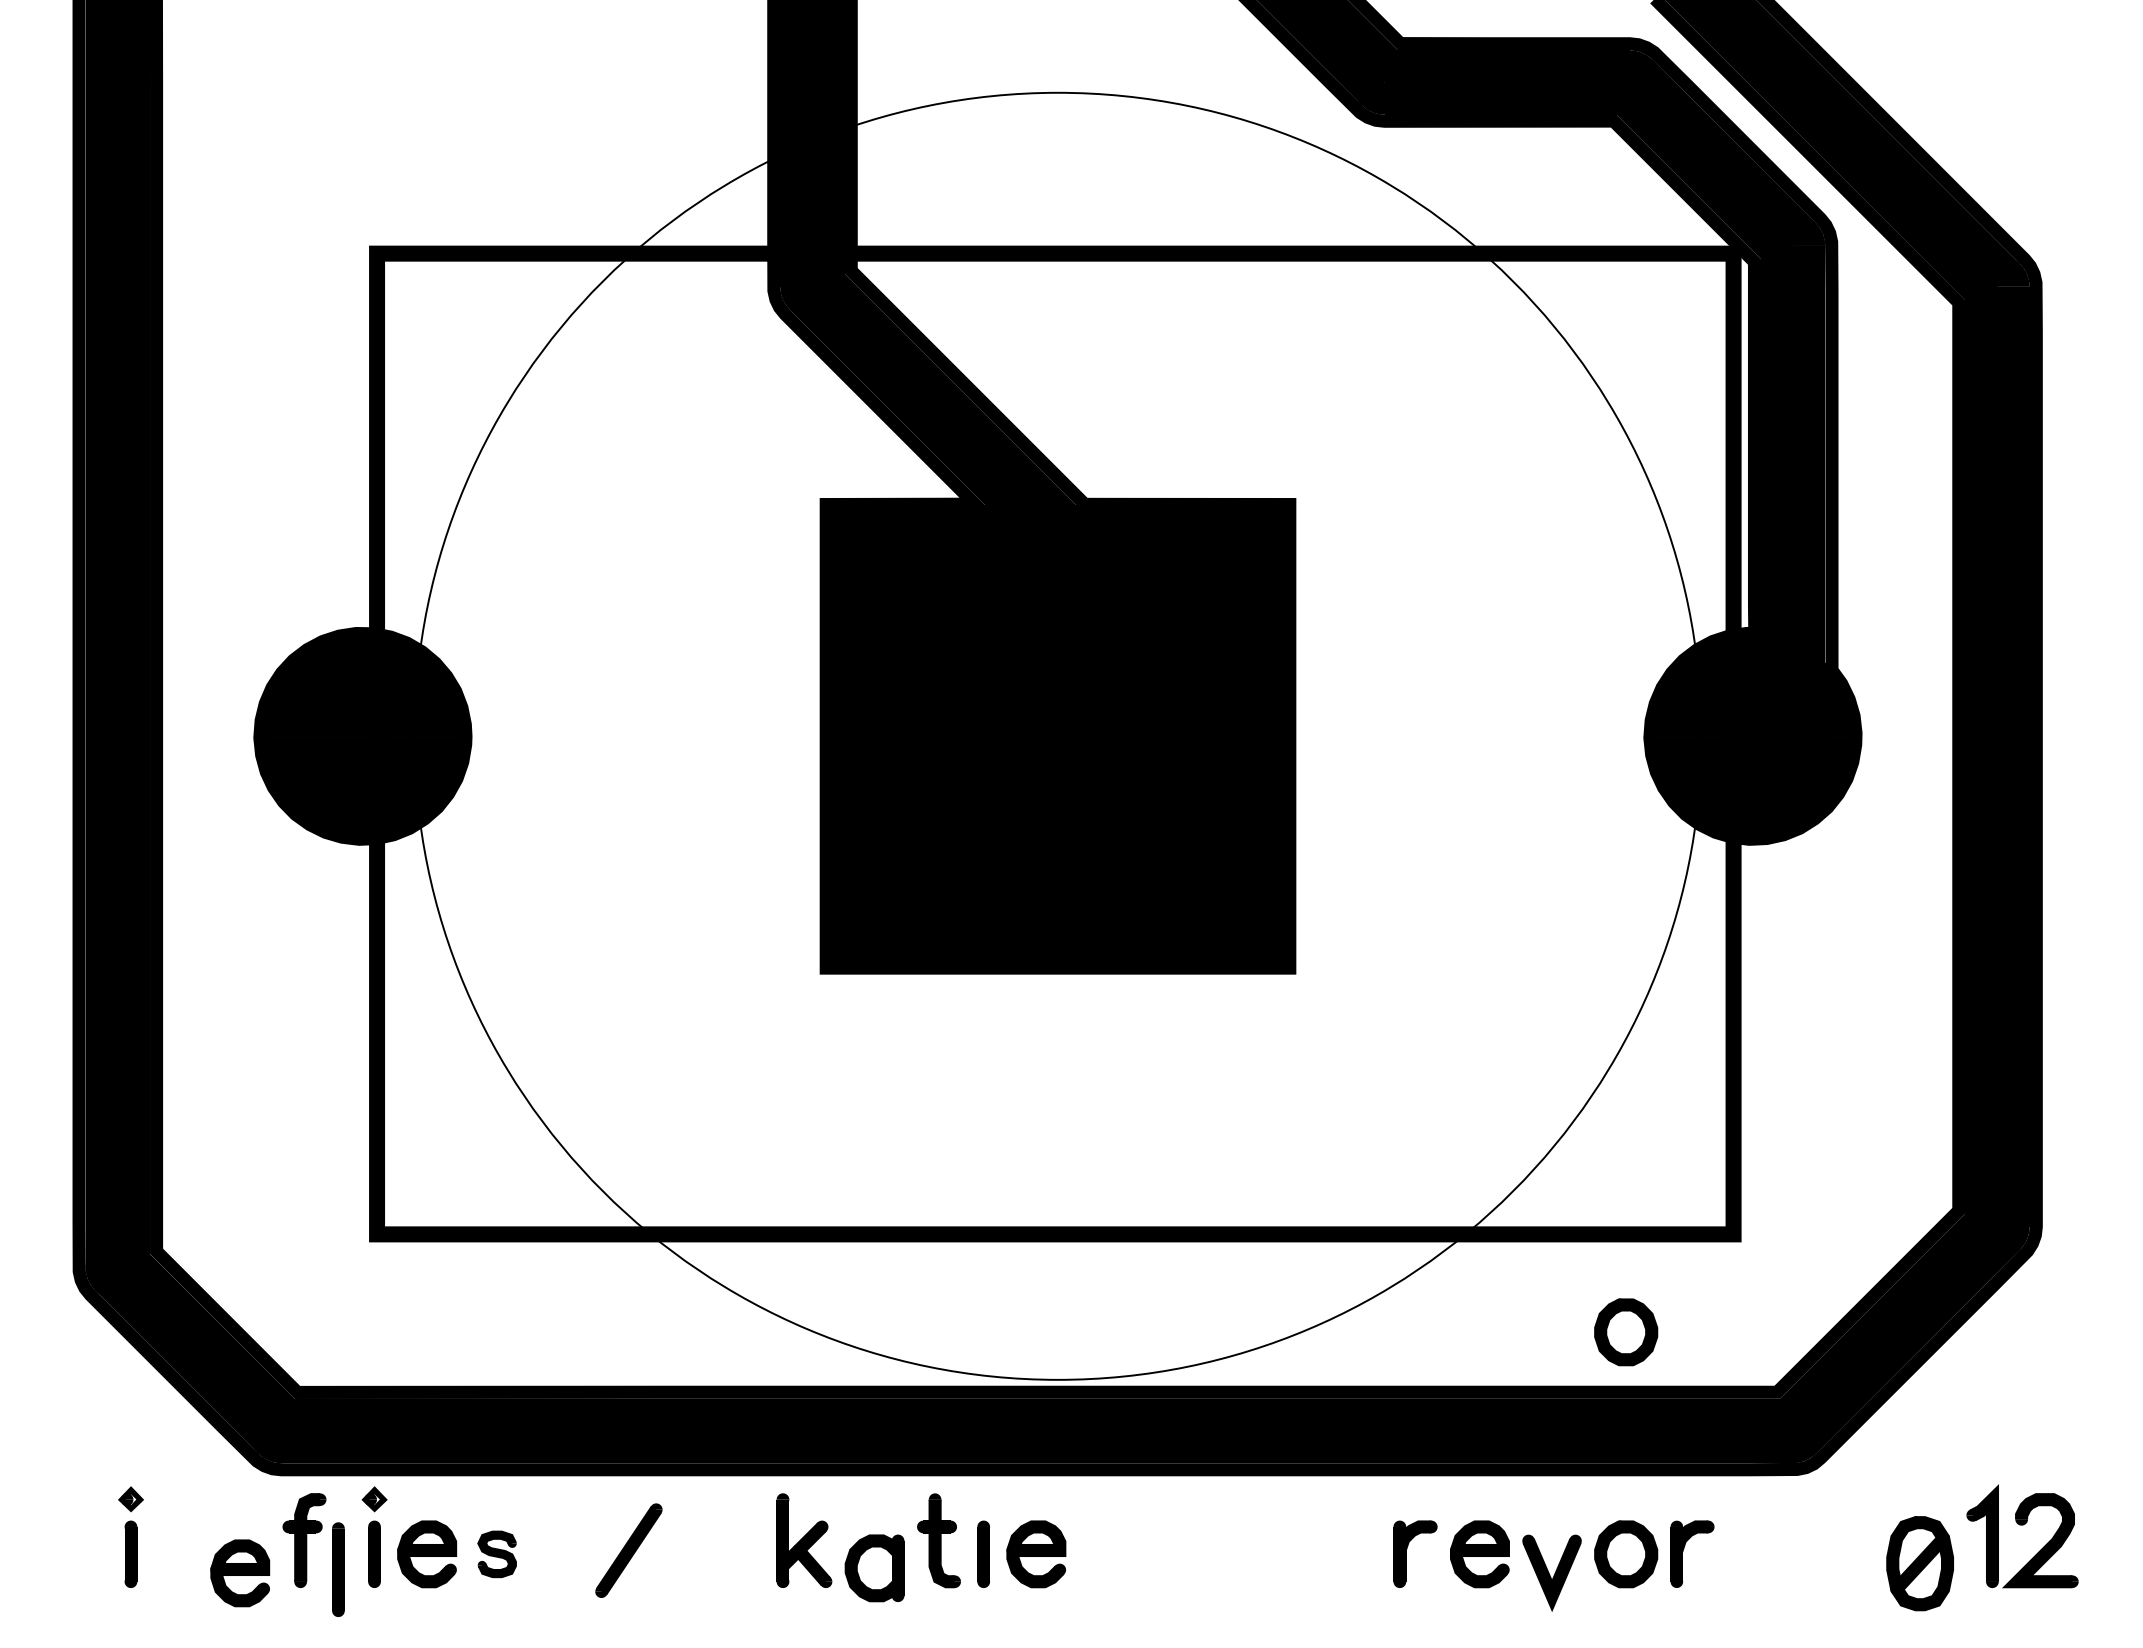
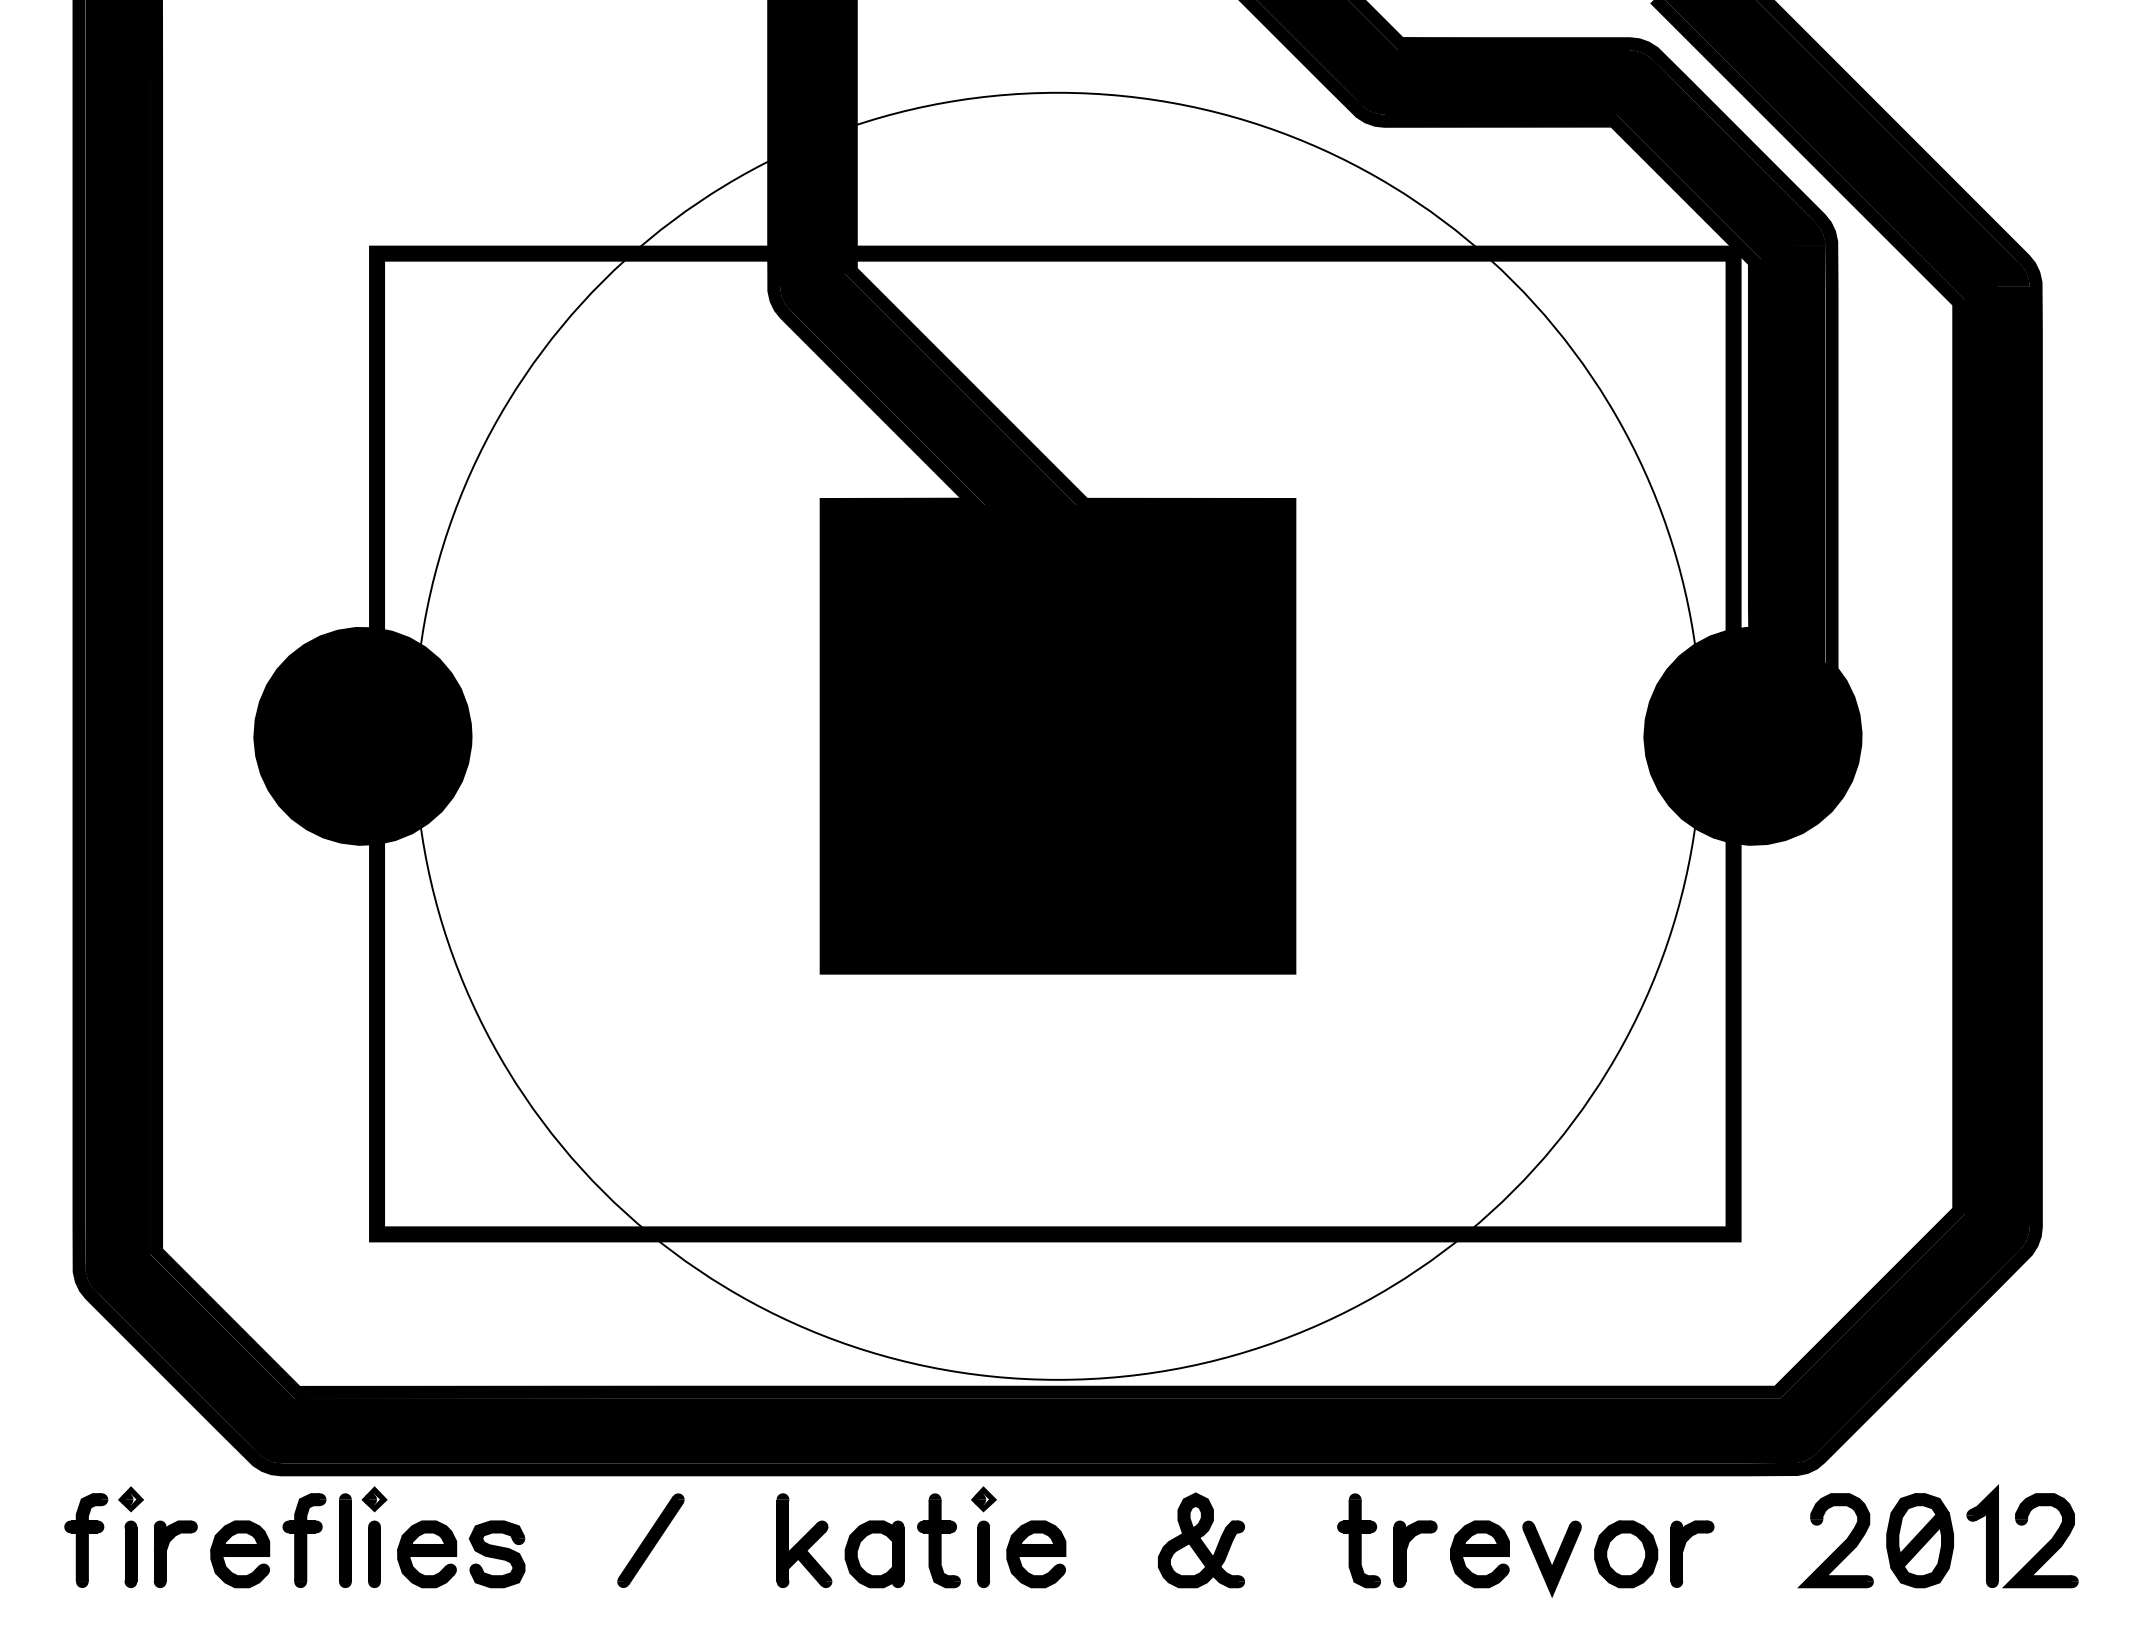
part at (1626, 1332): present -> none
part at (983, 1499): none -> present
part at (86, 1540): none -> present
part at (1201, 1540): none -> present
part at (1358, 1540): none -> present
part at (1840, 1544): none -> present
part at (167, 1549): none -> present
part at (628, 1550) position: (628, 1550) -> (650, 1540)
part at (496, 1554) size: 40x49 px -> 58x69 px
part at (1919, 1563) position: (1919, 1563) -> (1919, 1540)
part at (874, 1568) position: (874, 1568) -> (874, 1554)
part at (338, 1569) position: (338, 1569) -> (345, 1540)
part at (1551, 1572) position: (1551, 1572) -> (1551, 1558)
part at (240, 1573) position: (240, 1573) -> (240, 1554)
